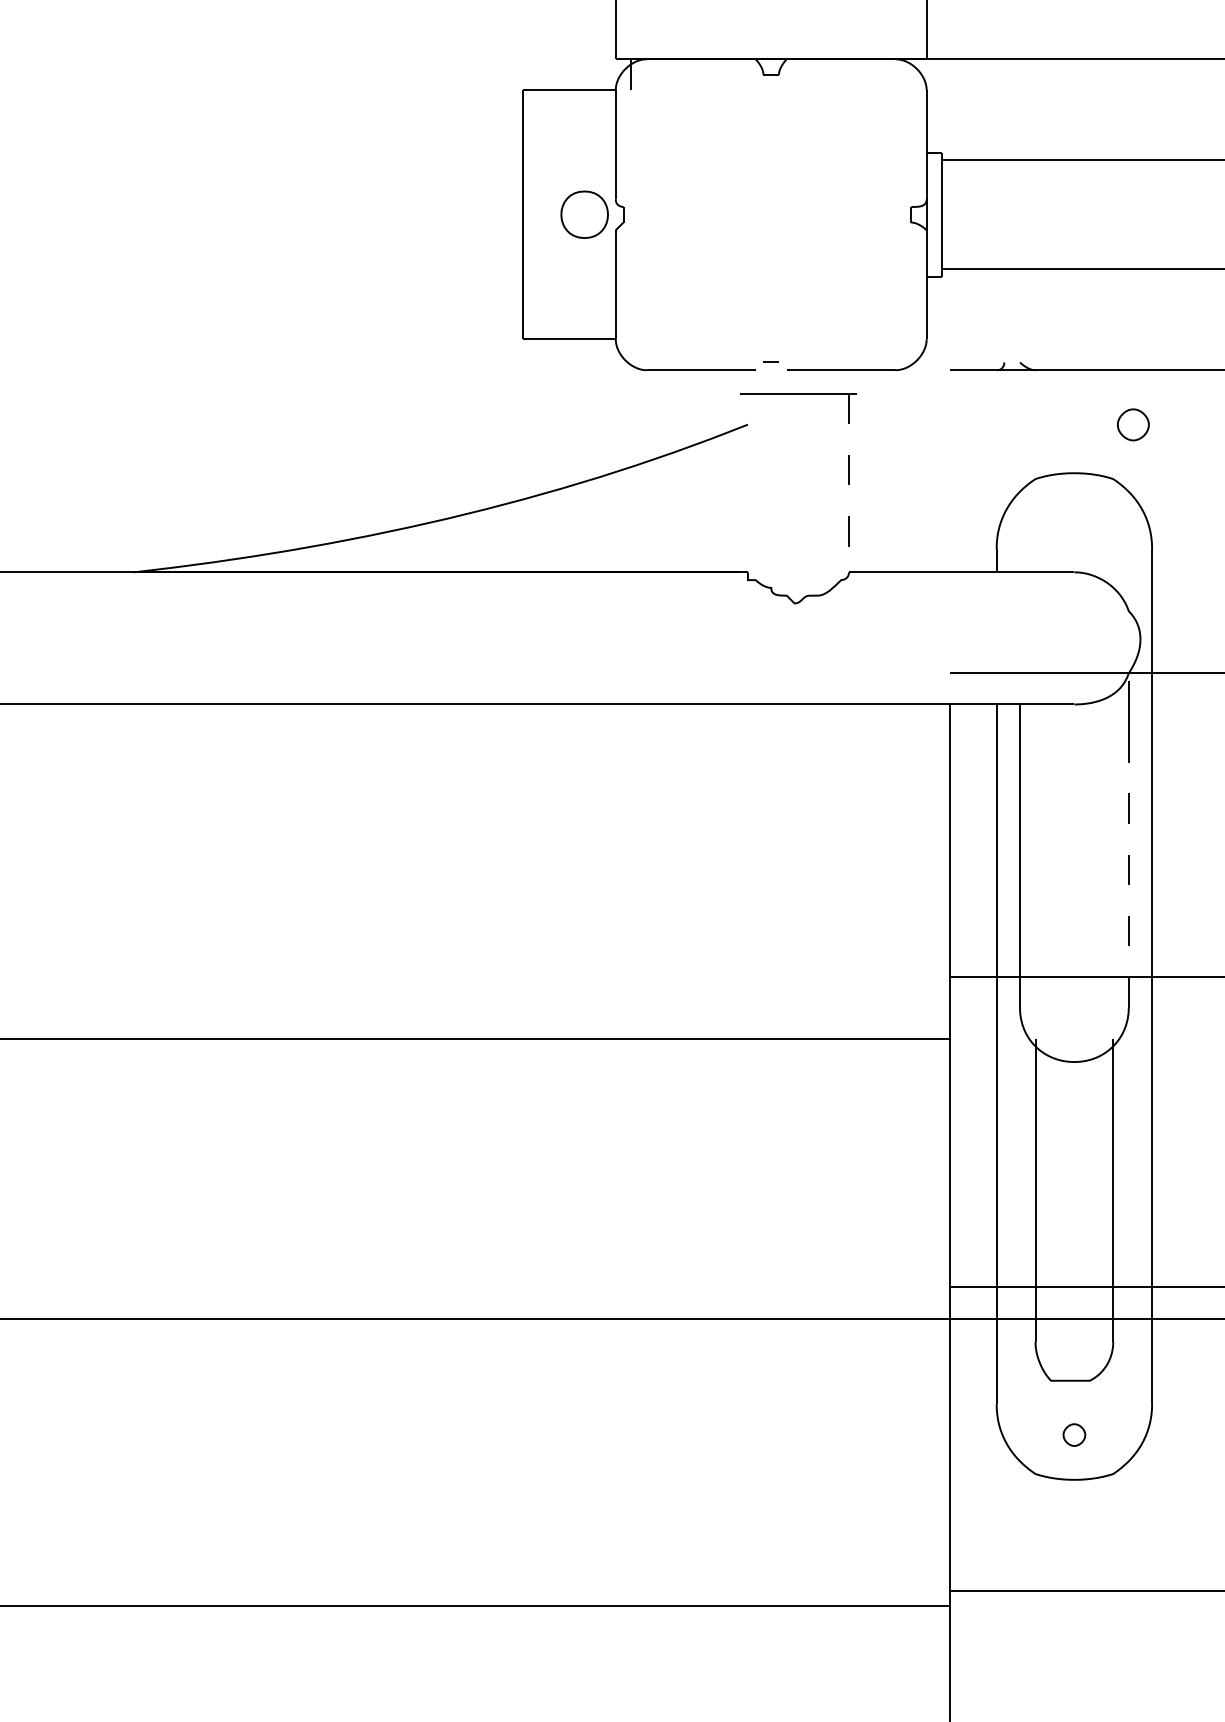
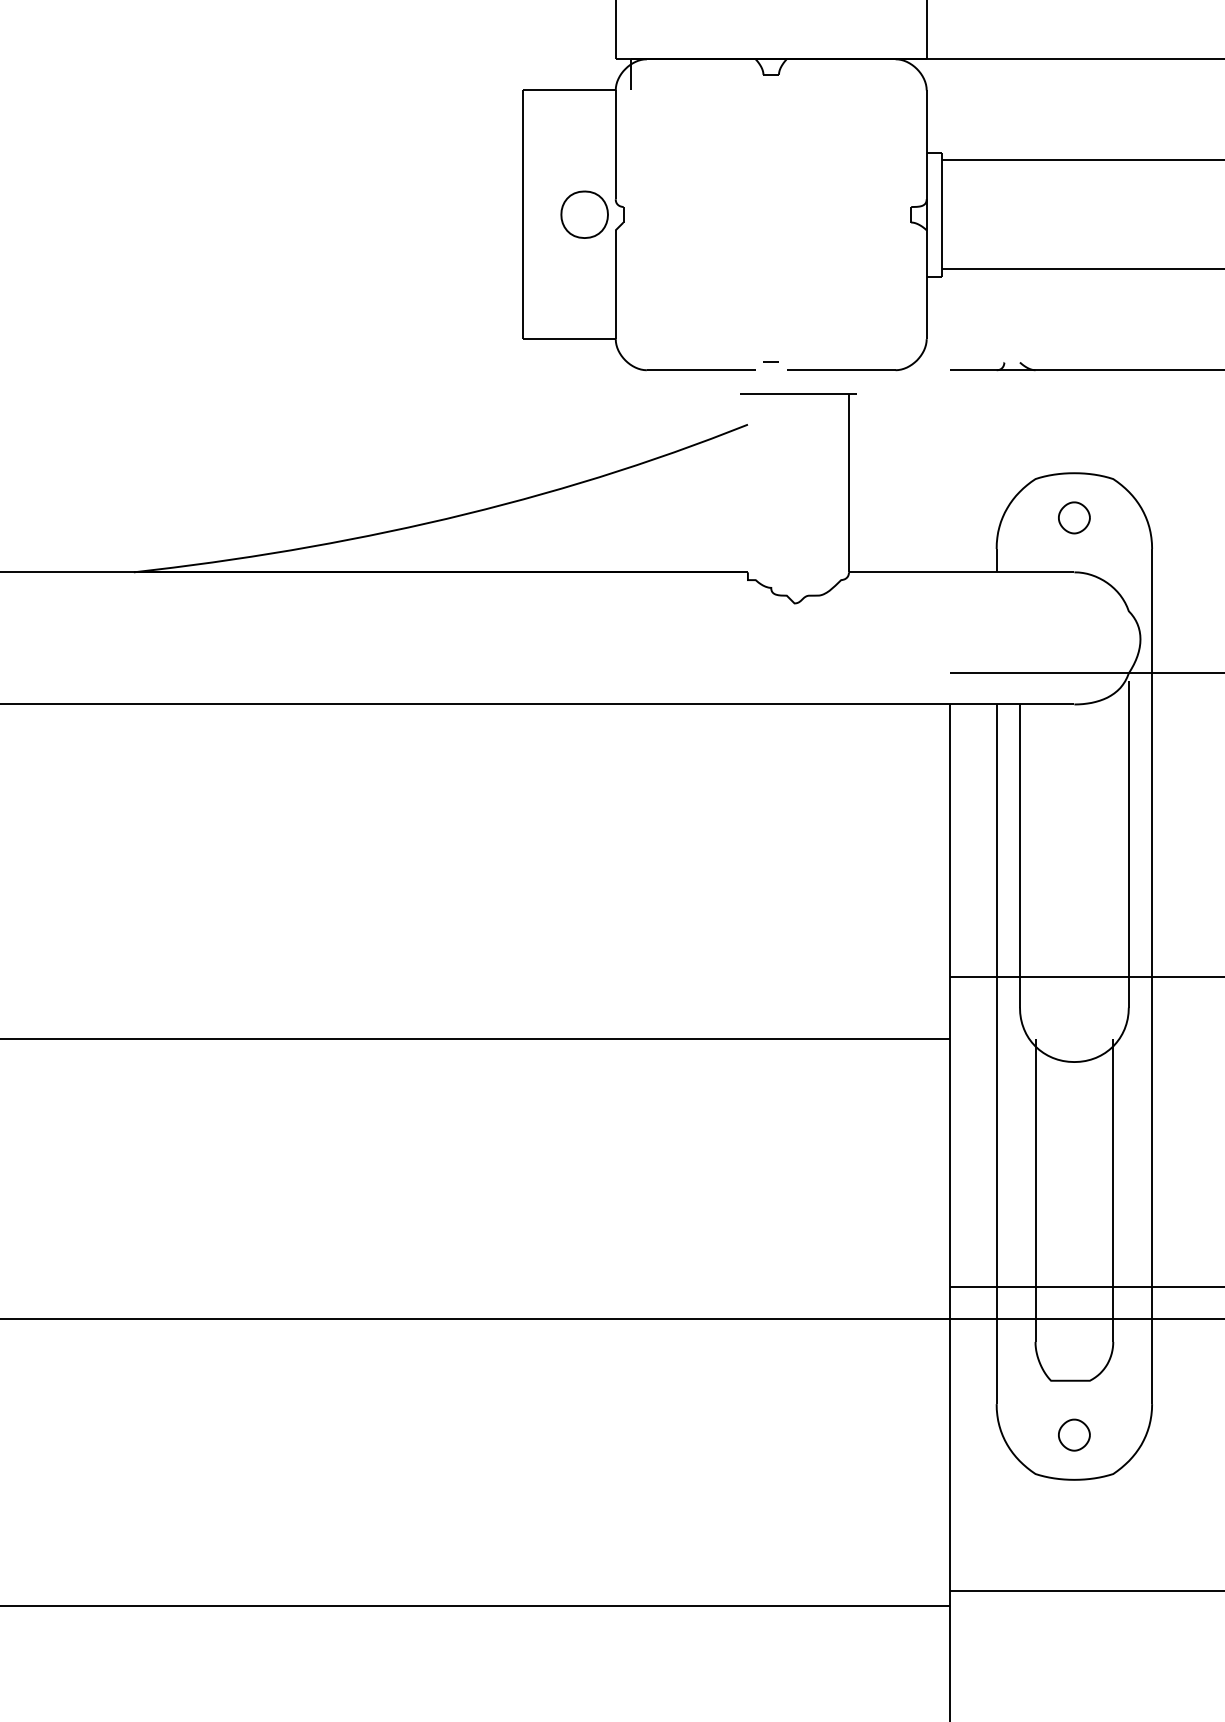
part at (1133, 424) position: (1133, 424) -> (1074, 517)
line at (848, 483): dashed -> solid
line at (1128, 878): dashed -> solid
part at (1074, 1434) size: 25x24 px -> 33x34 px
